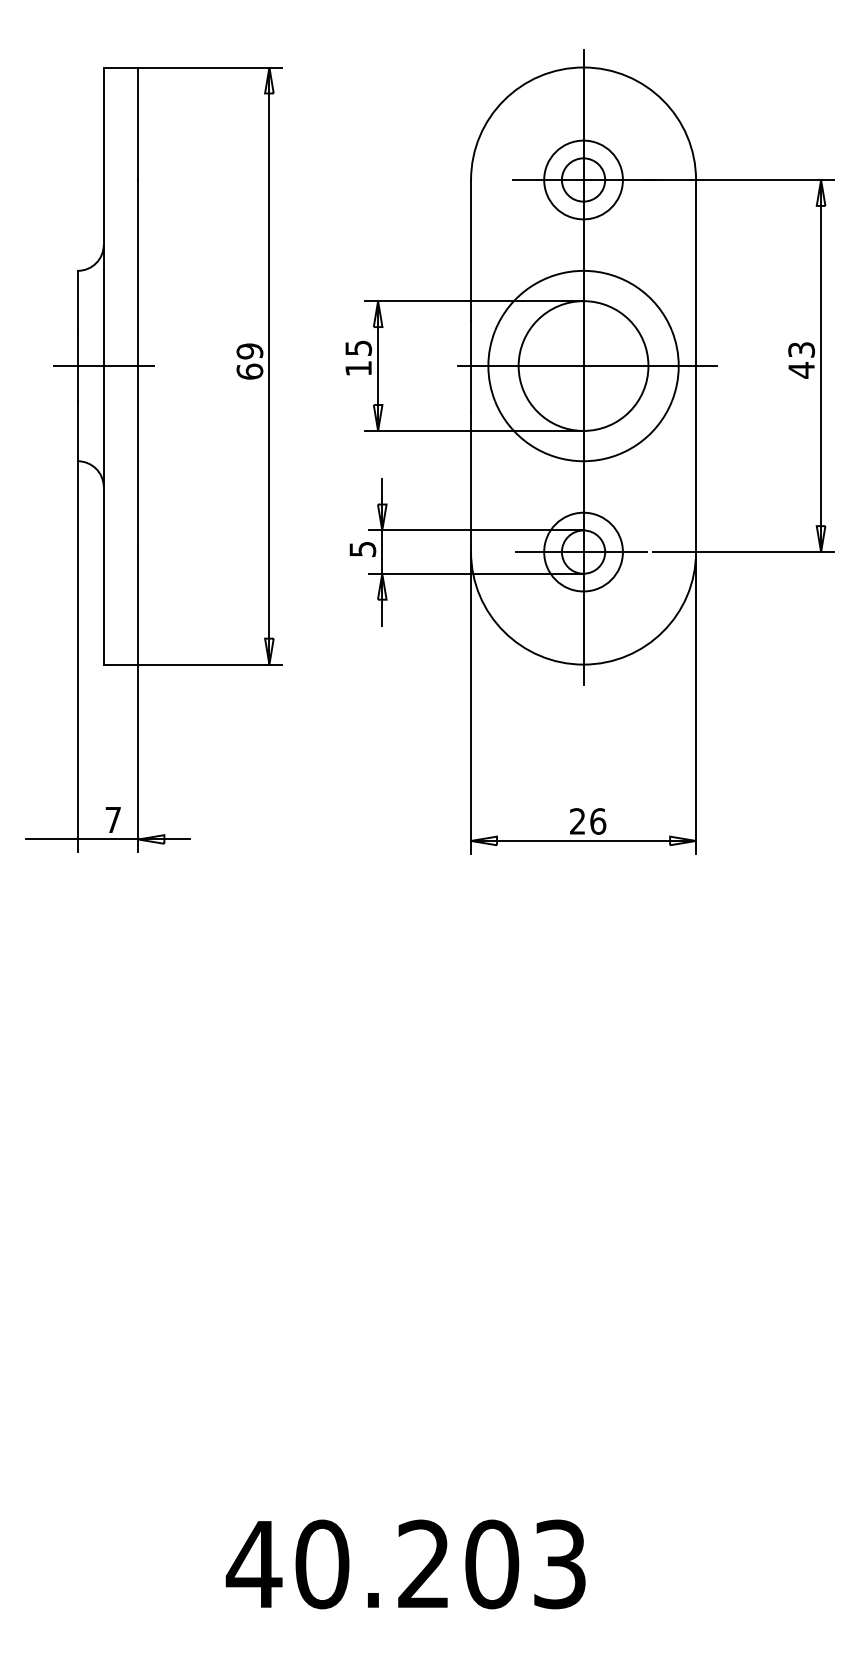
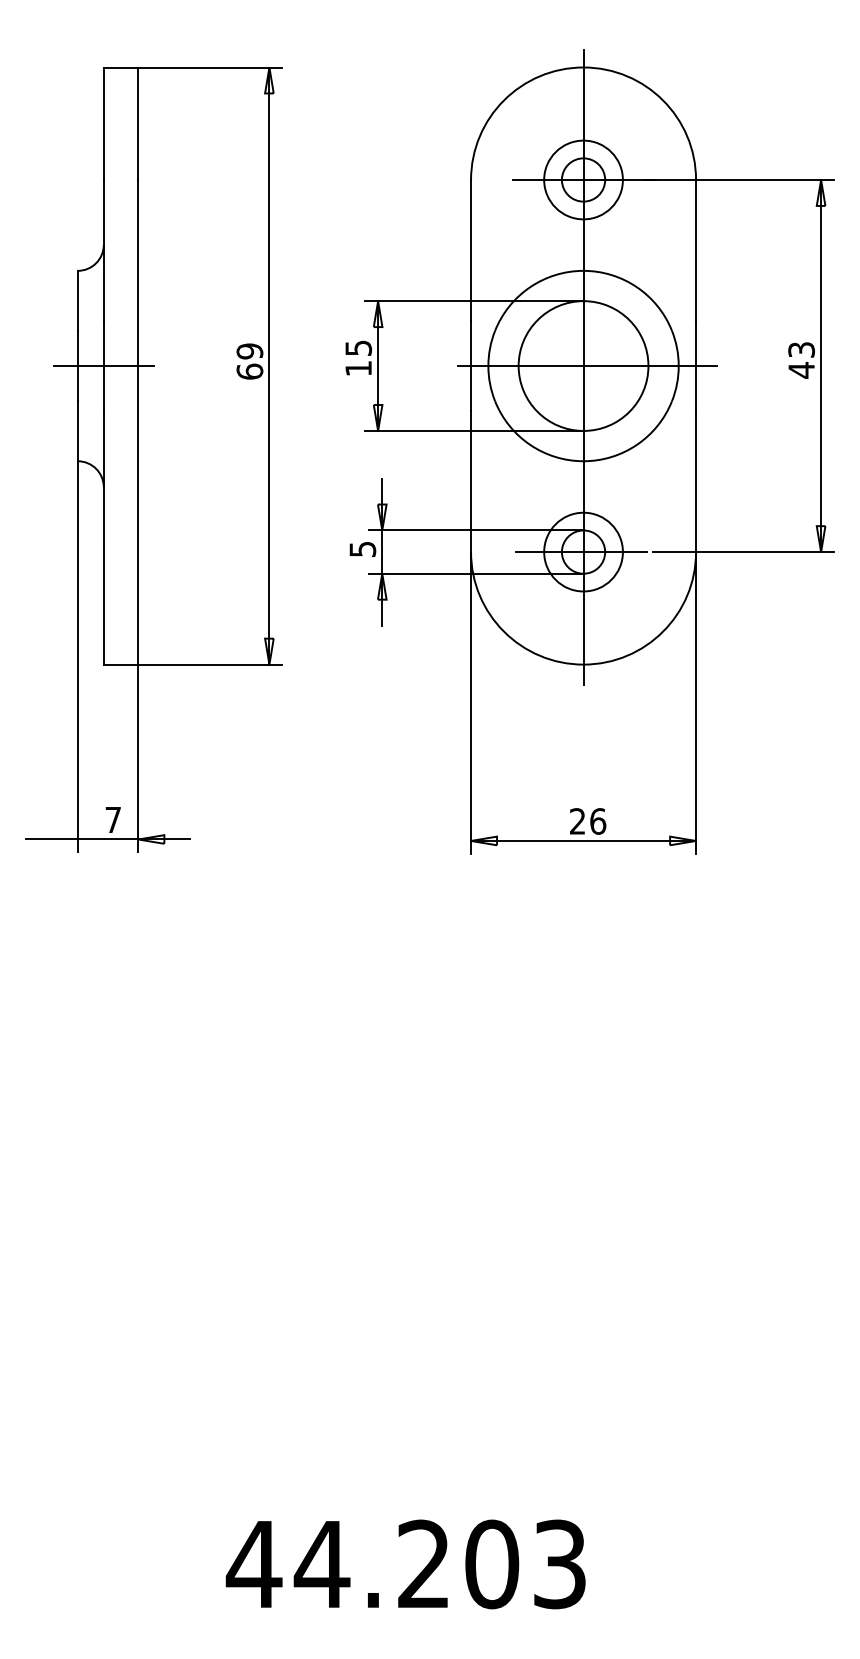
text at (321, 1564): 40.203 -> 44.203
